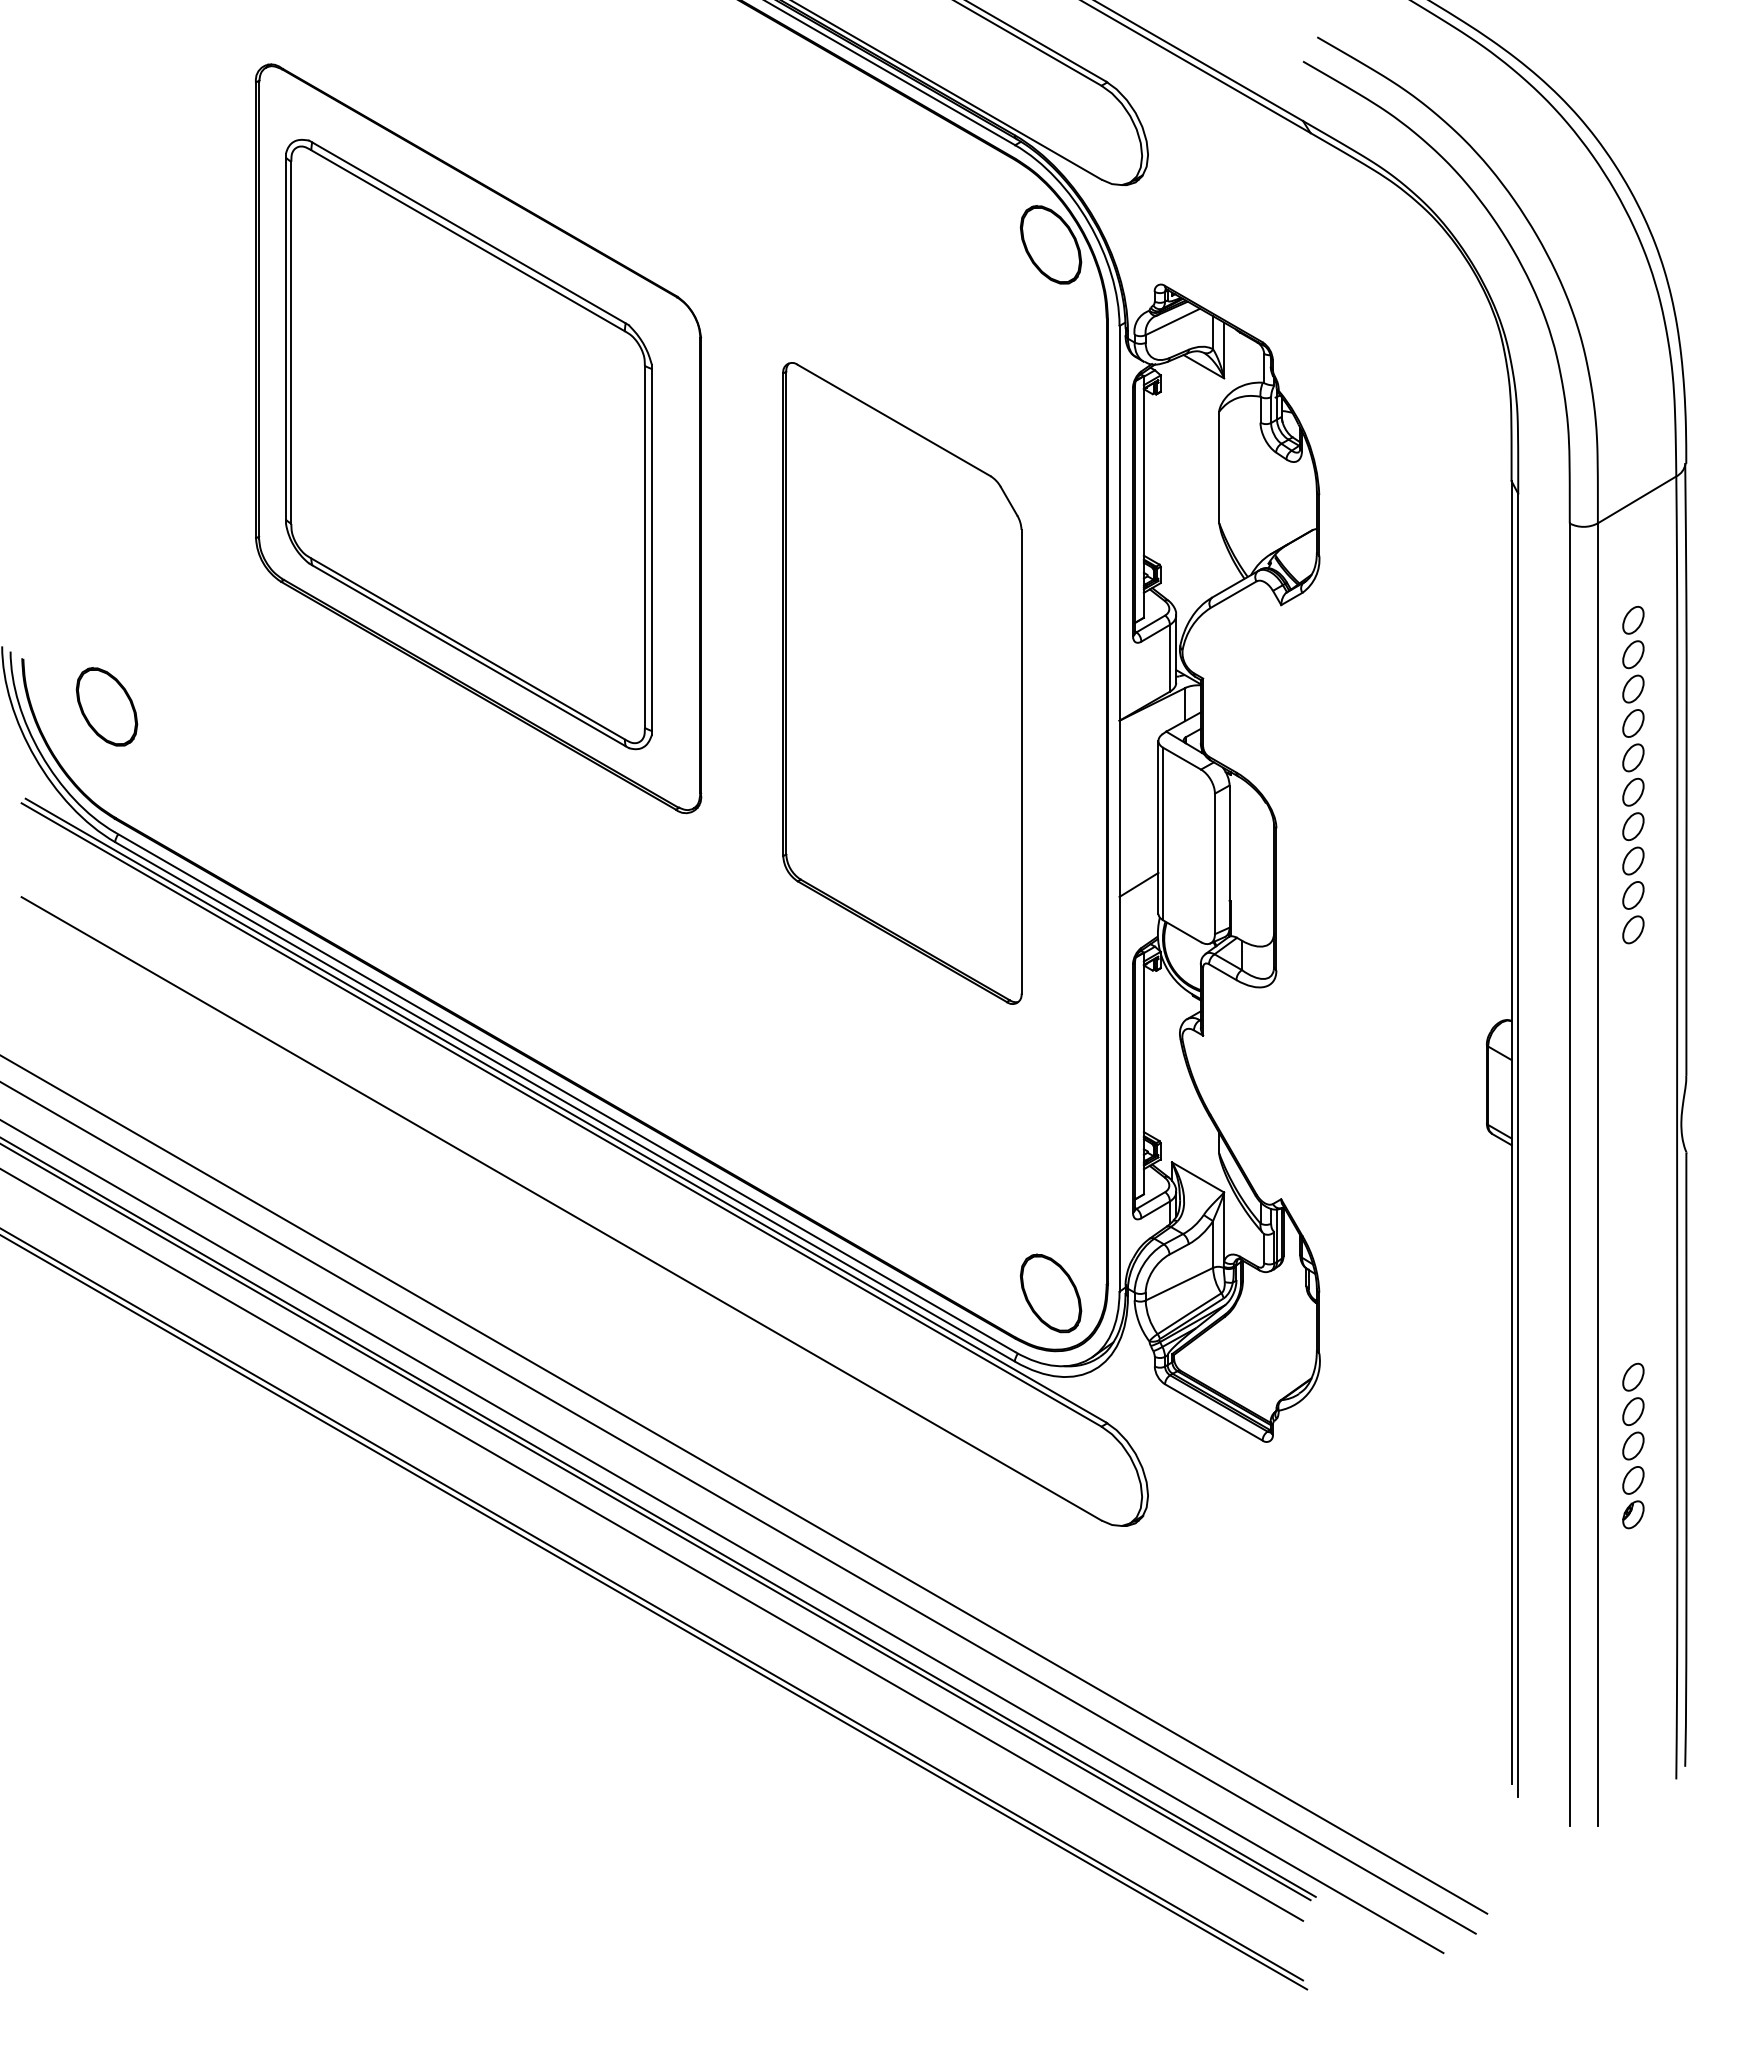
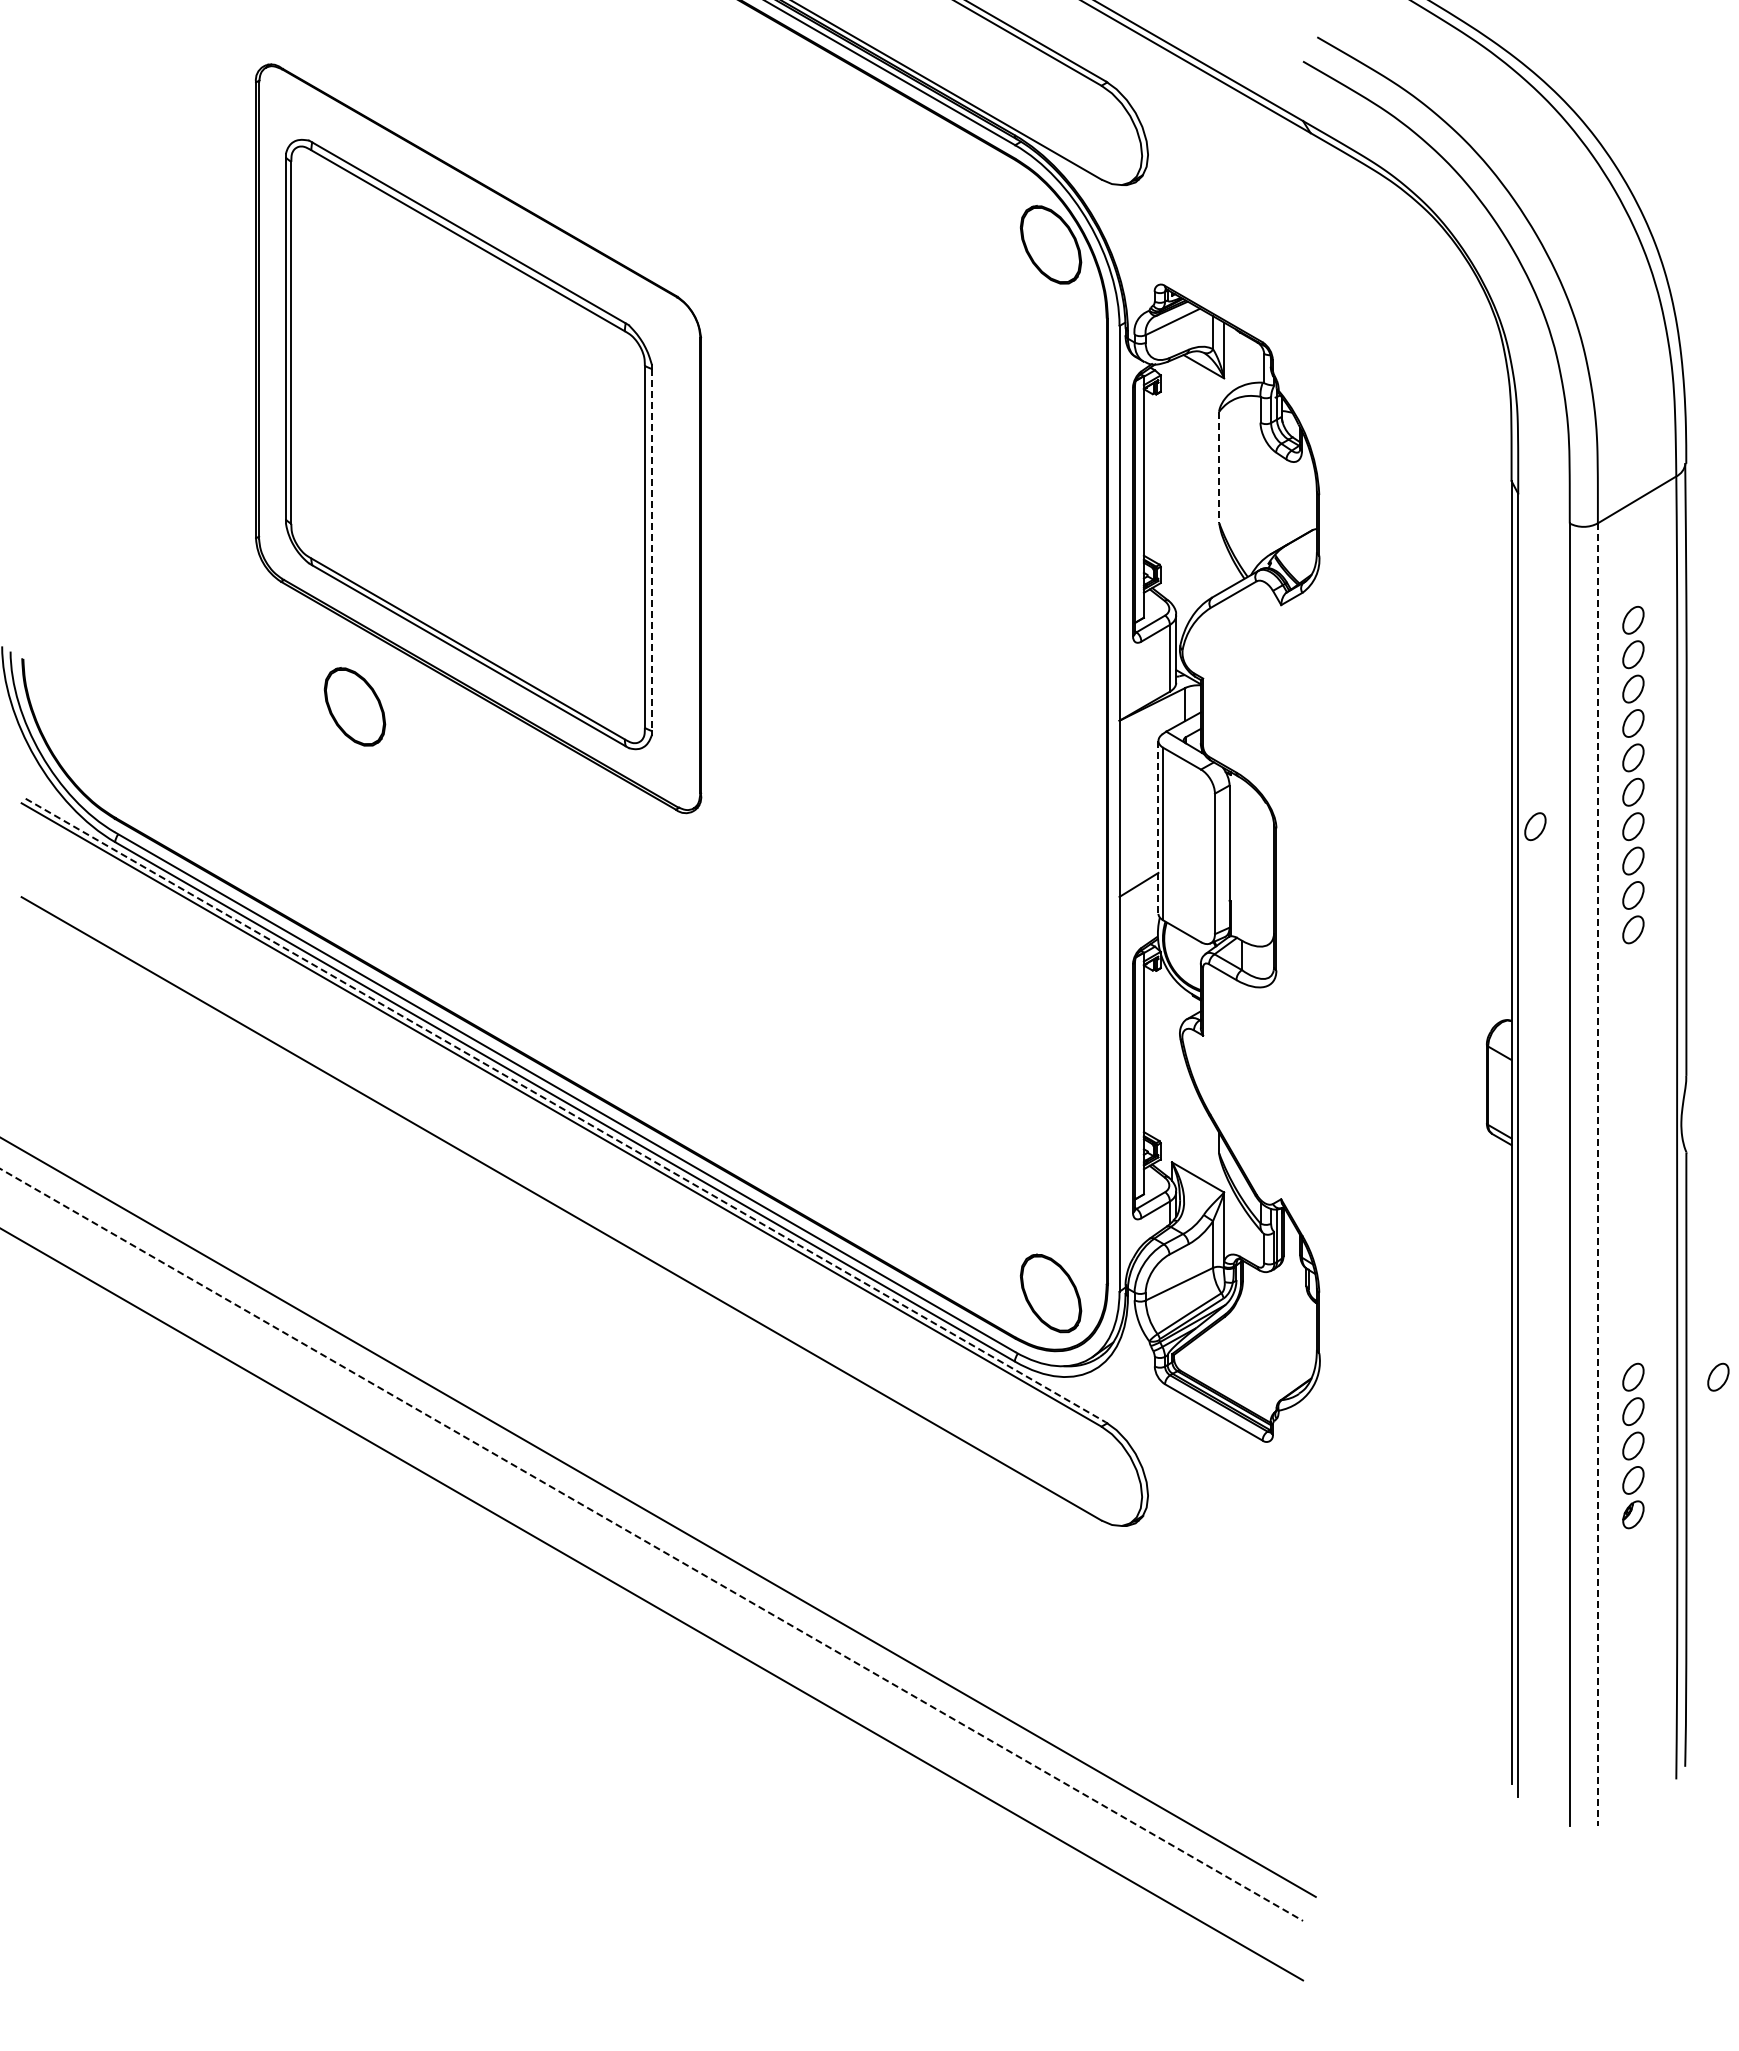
line at (1219, 467): solid -> dashed
line at (652, 550): solid -> dashed
part at (902, 683): present -> none
part at (106, 706) position: (106, 706) -> (354, 706)
part at (1535, 826): none -> present
line at (1158, 827): solid -> dashed
line at (566, 1110): solid -> dashed
line at (1597, 1175): solid -> dashed
part at (1718, 1376): none -> present
line at (744, 1484): present -> none
line at (738, 1508): present -> none
line at (656, 1522): present -> none
line at (722, 1537): present -> none
line at (651, 1545): solid -> dashed
line at (654, 1612): present -> none
